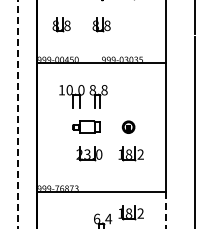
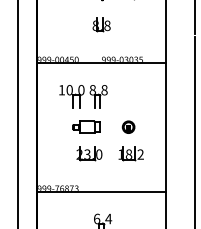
part at (61, 24): present -> none
line at (17, 114): dashed -> solid
line at (165, 210): dashed -> solid
part at (130, 212): present -> none
